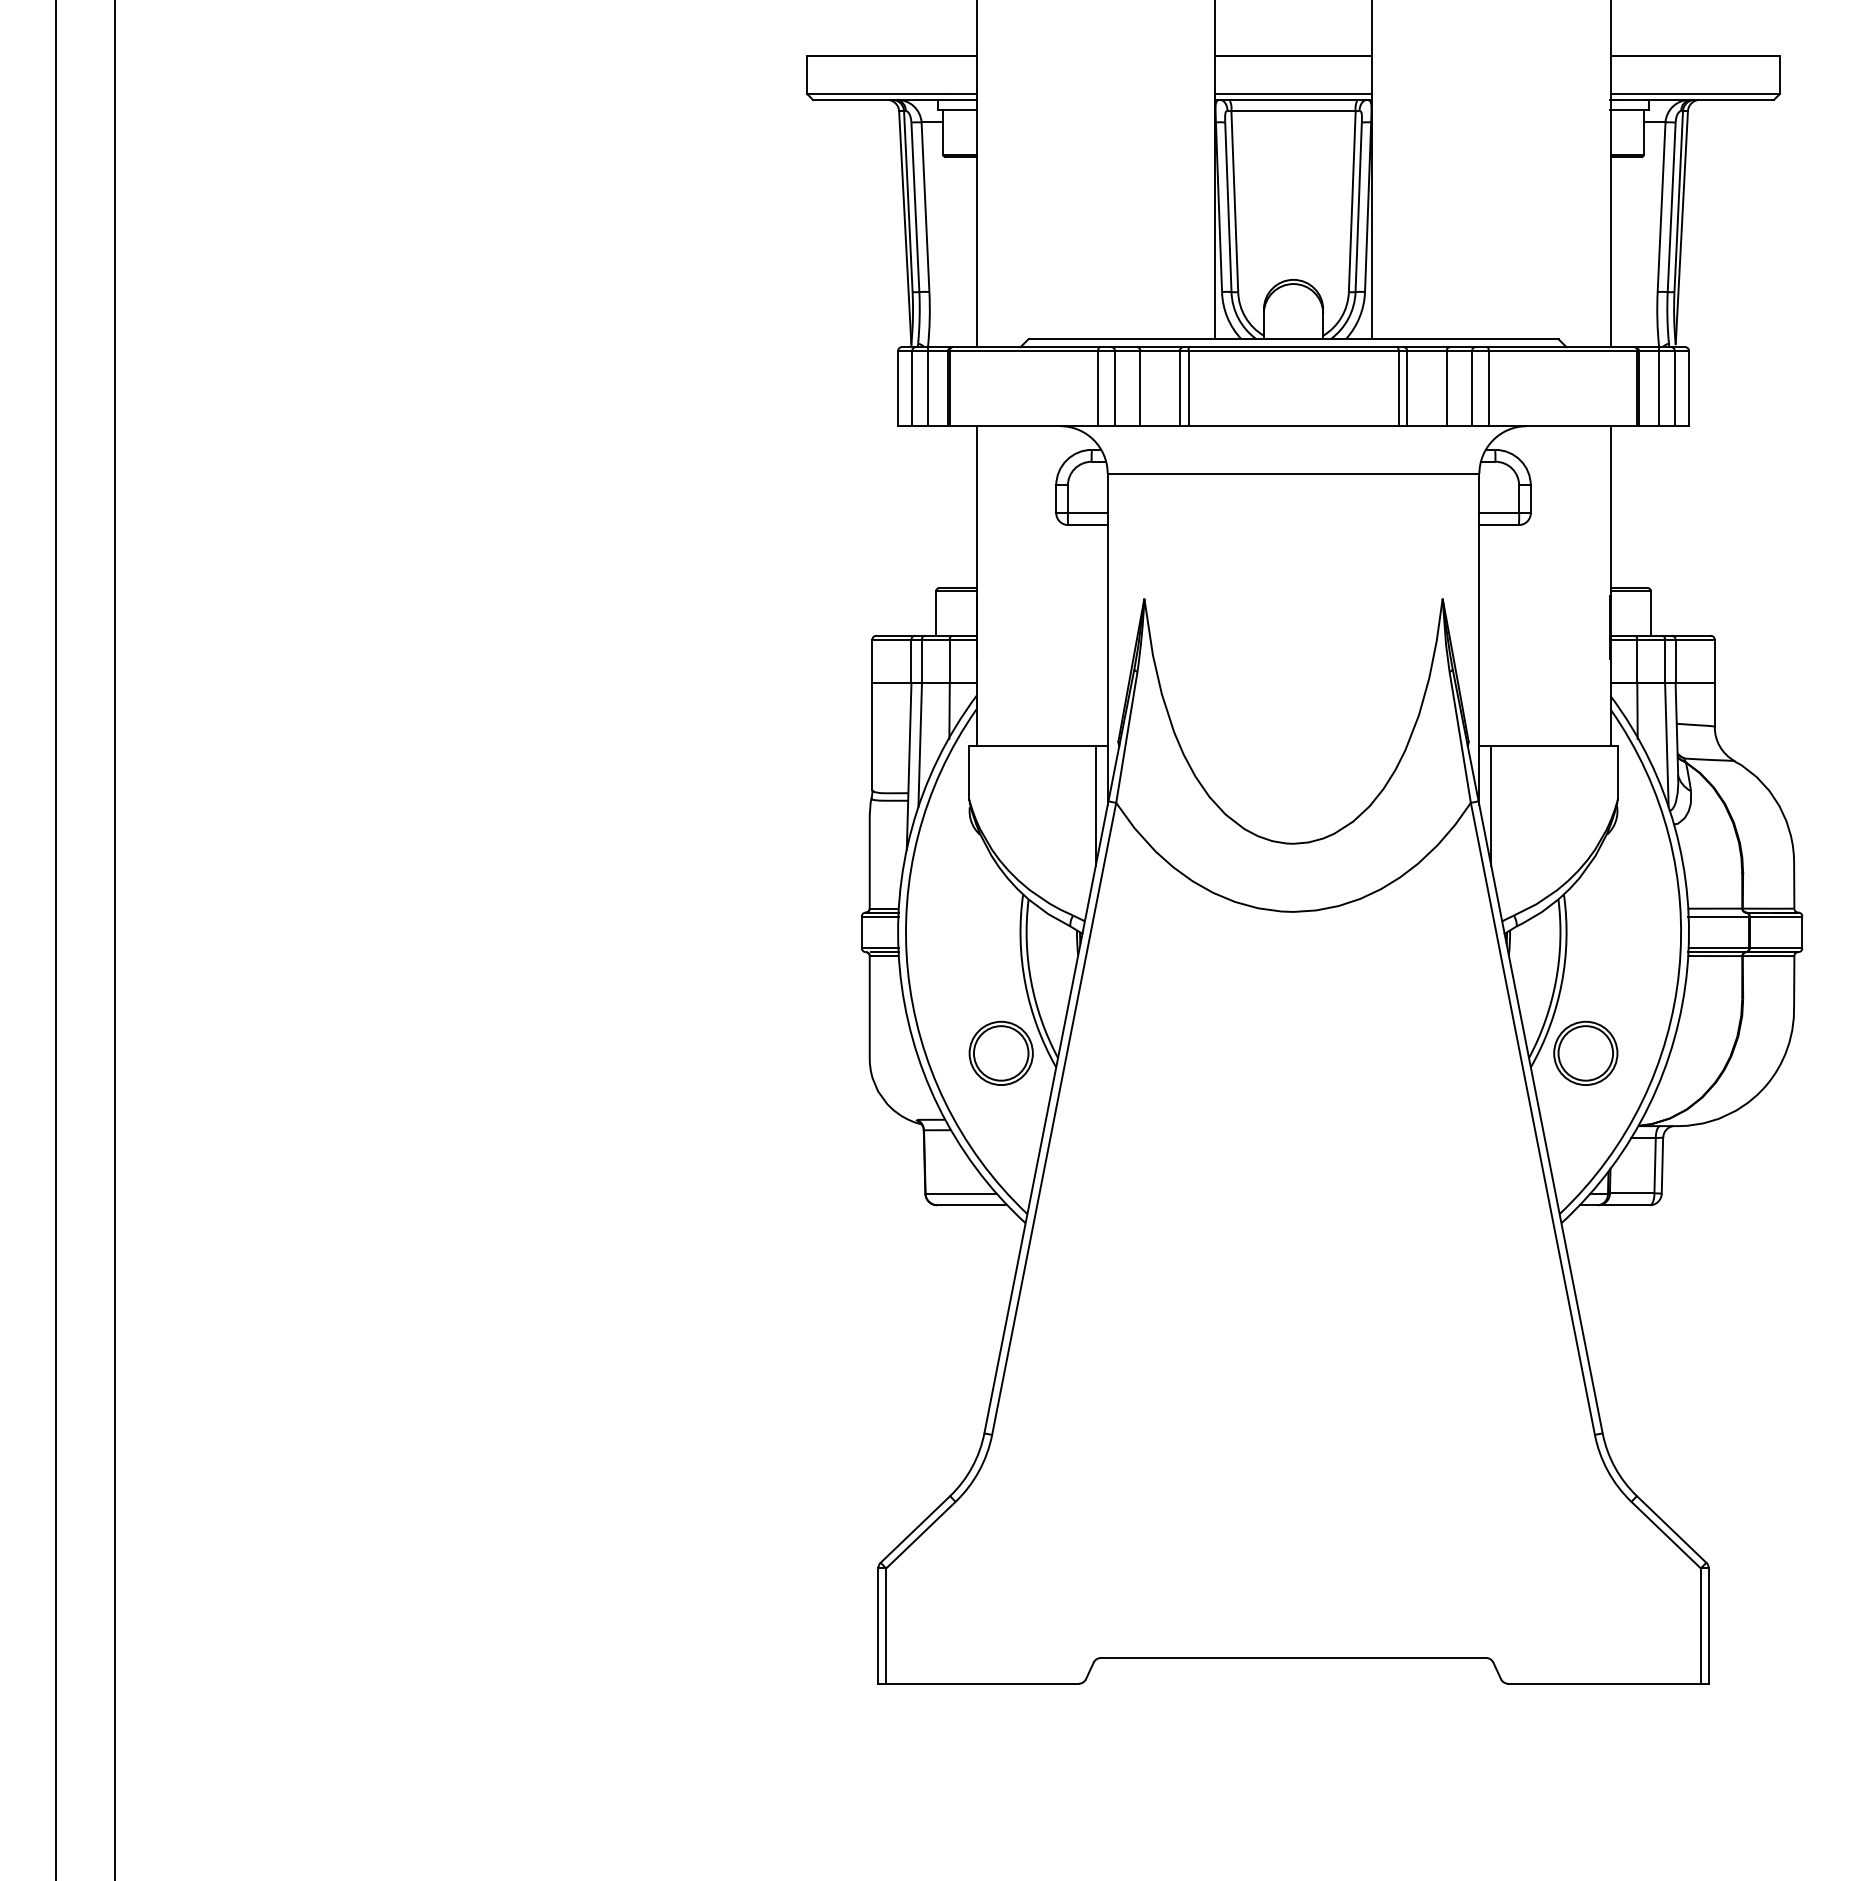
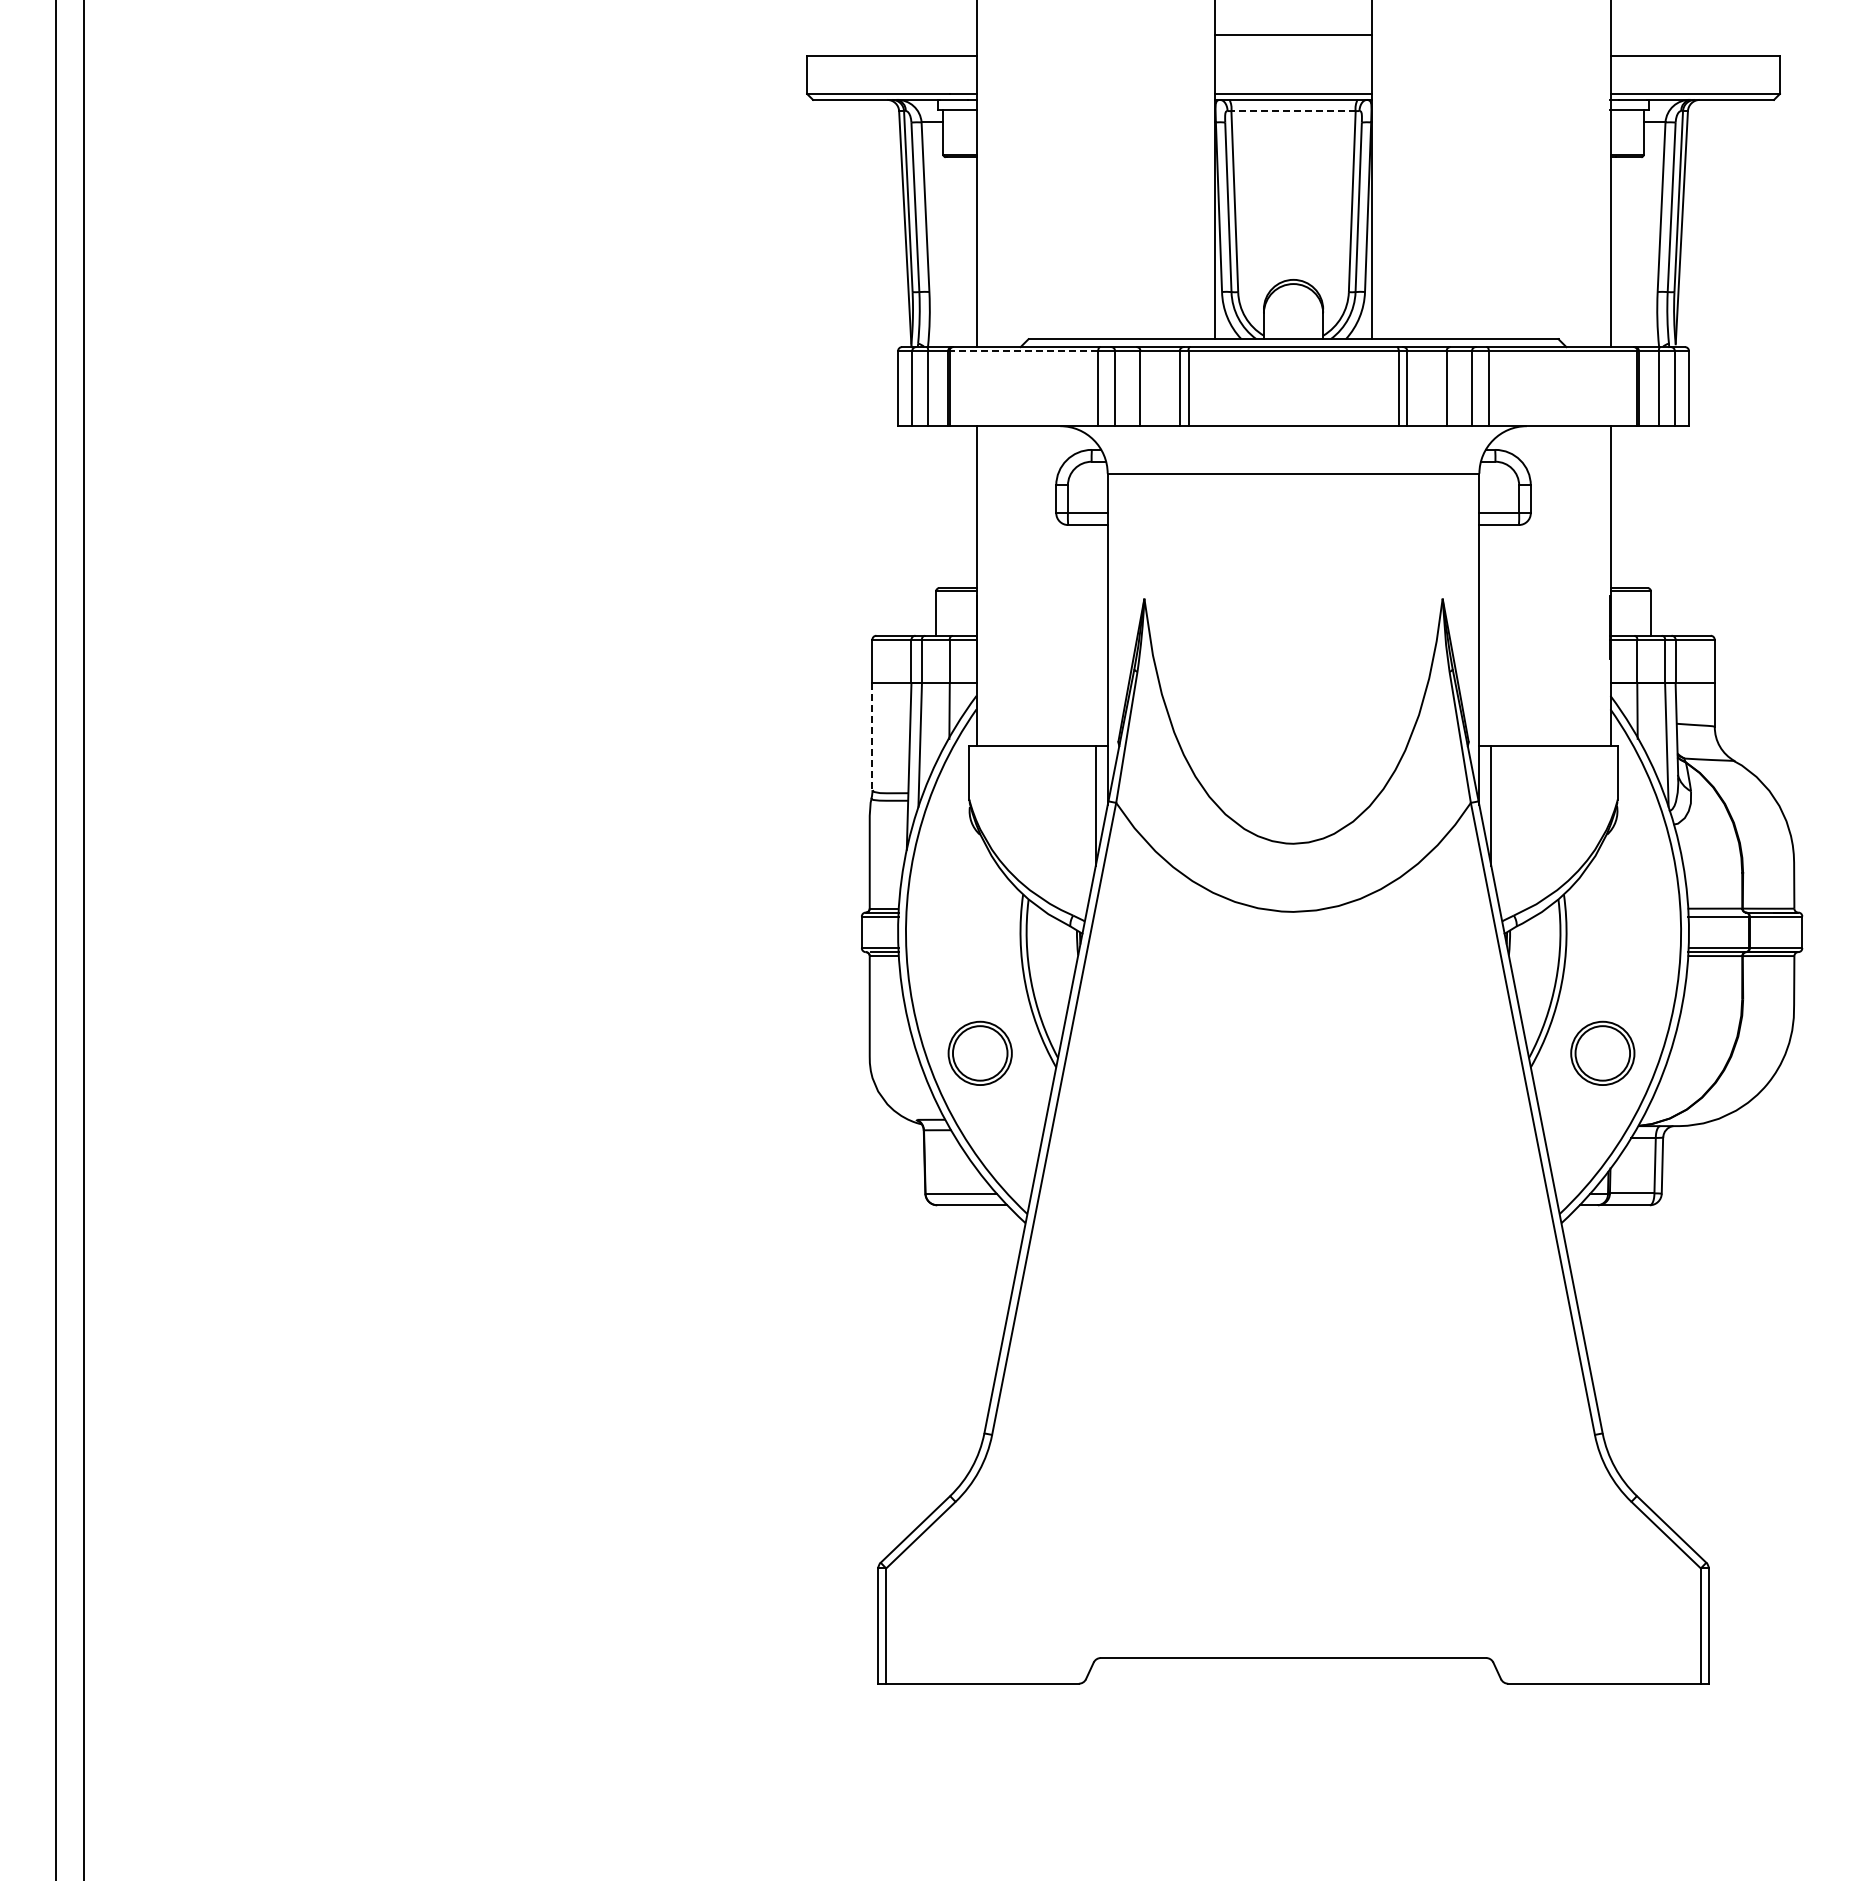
line at (1293, 56) position: (1293, 56) -> (1293, 35)
line at (1293, 111): solid -> dashed
line at (1023, 351): solid -> dashed
line at (872, 737): solid -> dashed
line at (114, 939) position: (114, 939) -> (83, 939)
part at (1000, 1052) position: (1000, 1052) -> (979, 1052)
part at (1585, 1052) position: (1585, 1052) -> (1602, 1052)
